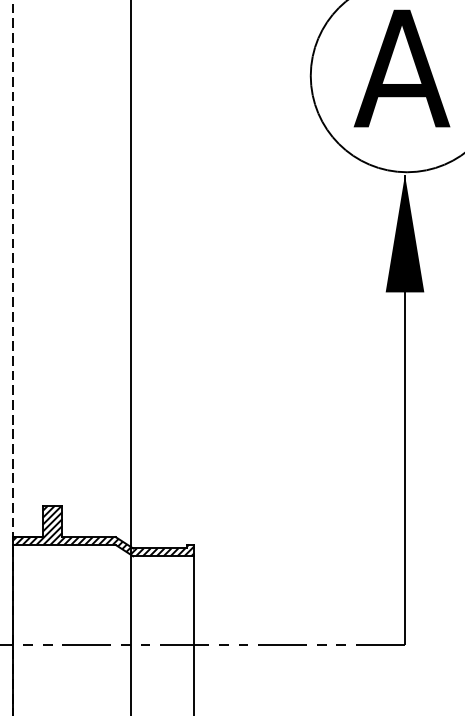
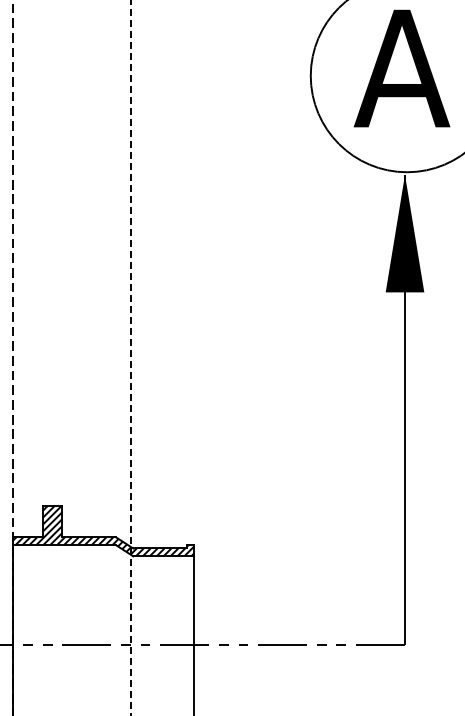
line at (130, 357): solid -> dashed
